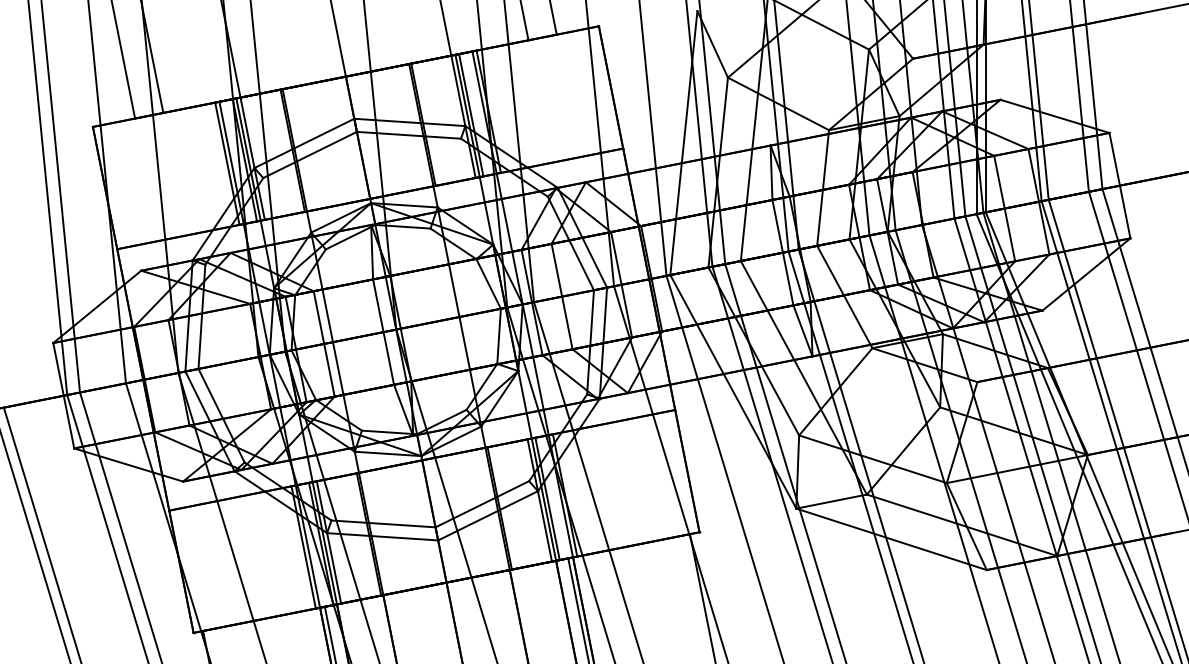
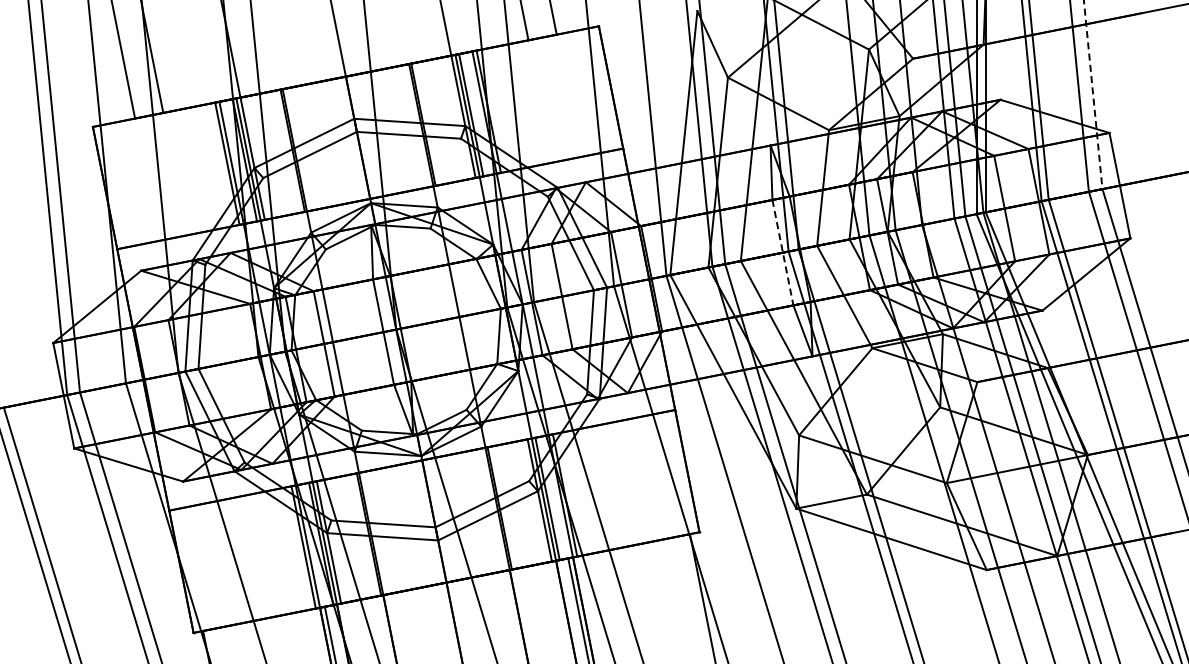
line at (1093, 94): solid -> dashed
line at (782, 252): solid -> dashed
